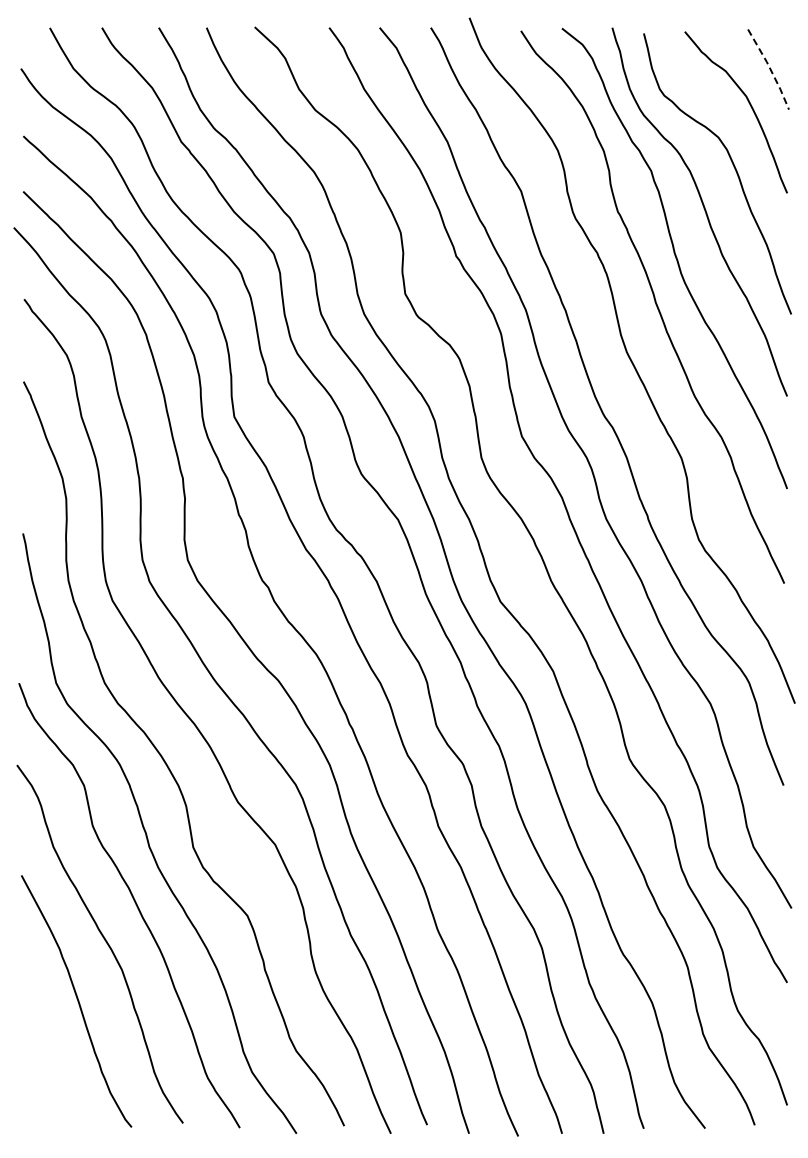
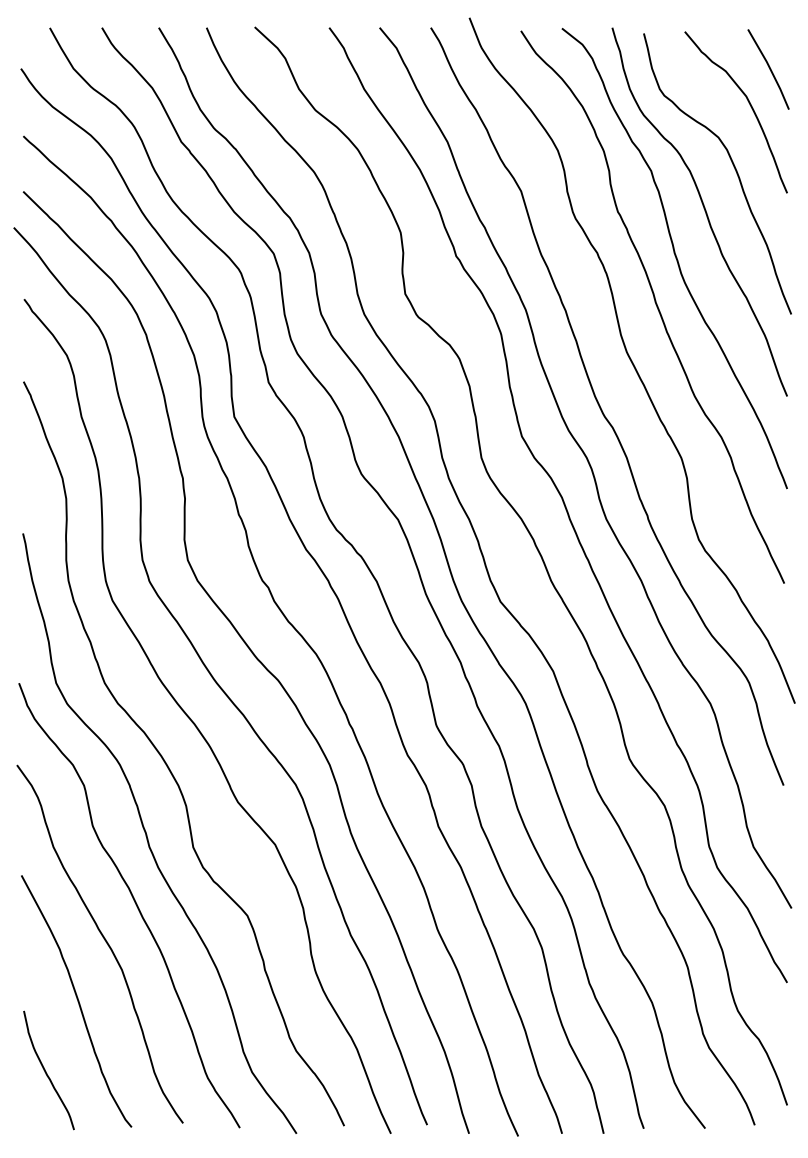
line at (770, 68): dashed -> solid
curve at (46, 1071): none -> present
